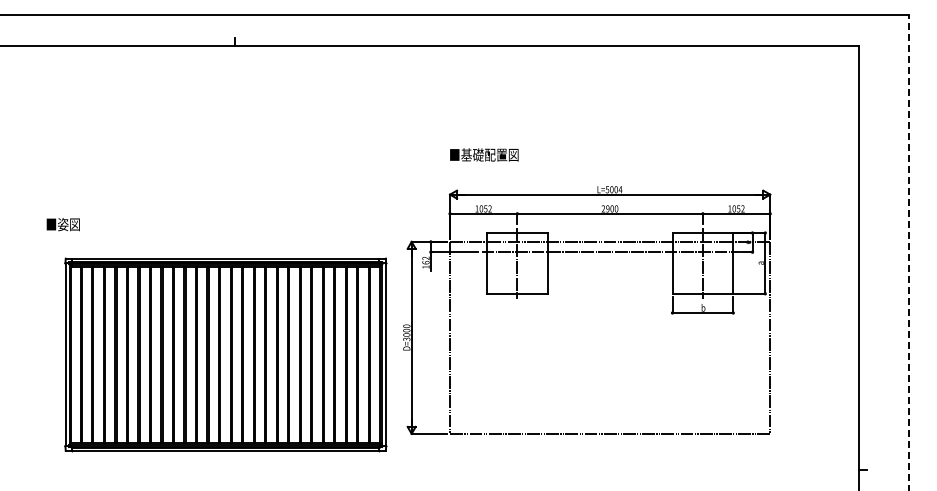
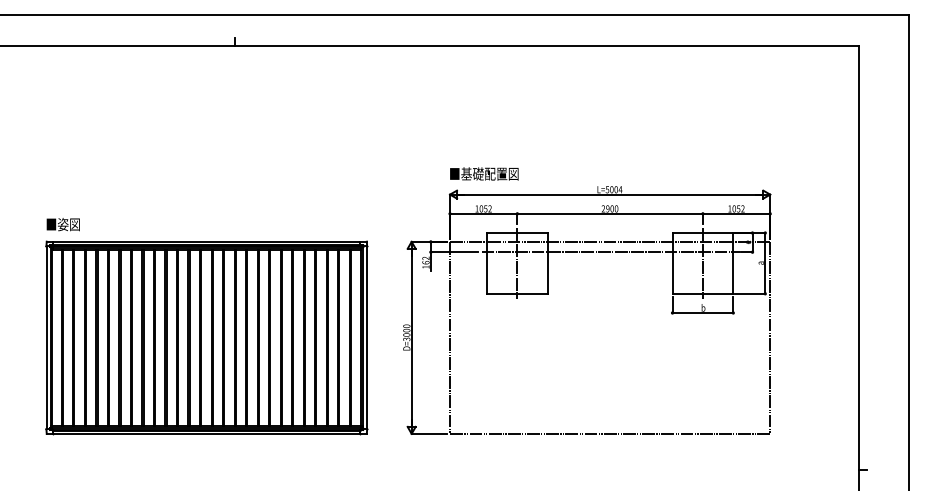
text at (484, 154) position: (484, 154) -> (484, 173)
line at (908, 252): dashed -> solid
part at (225, 354) position: (225, 354) -> (206, 337)
